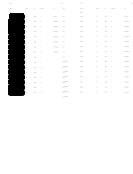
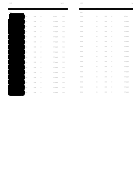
line at (37, 9): none -> present
line at (104, 9): none -> present
text at (66, 78) position: (66, 78) -> (56, 74)
